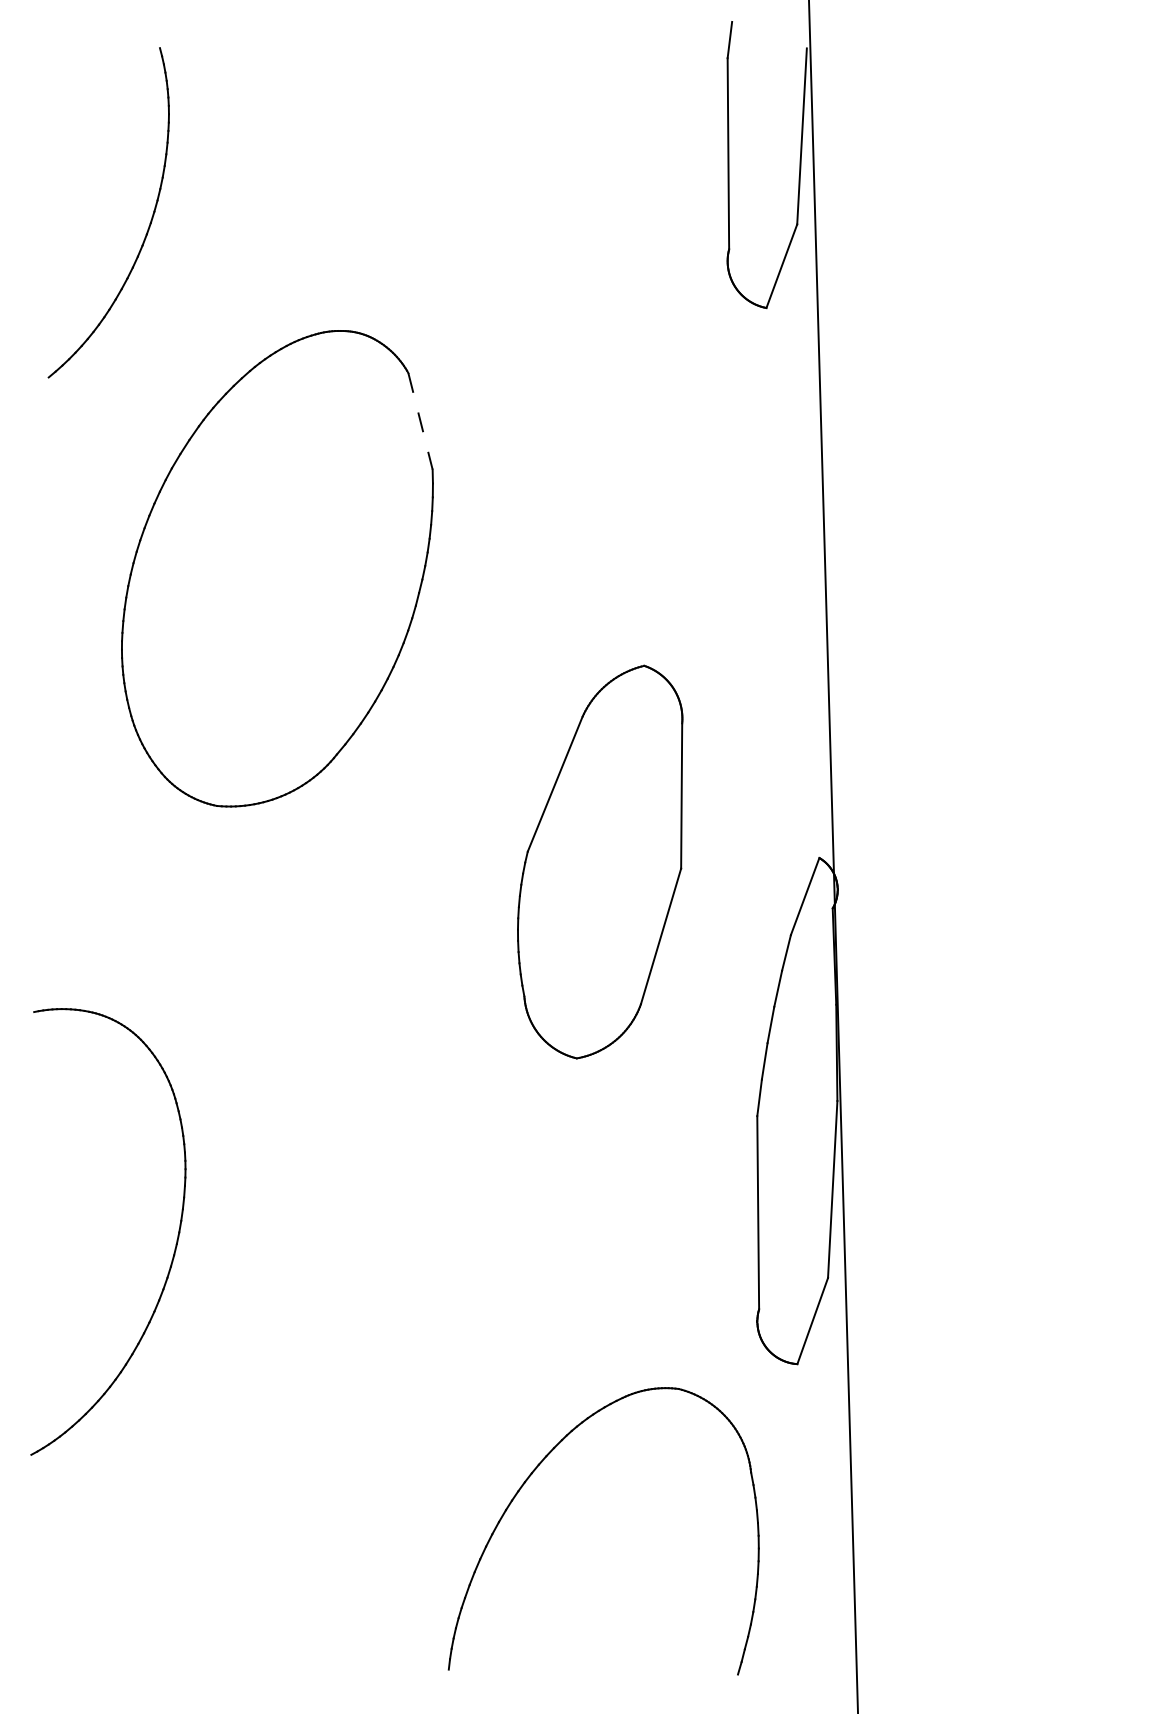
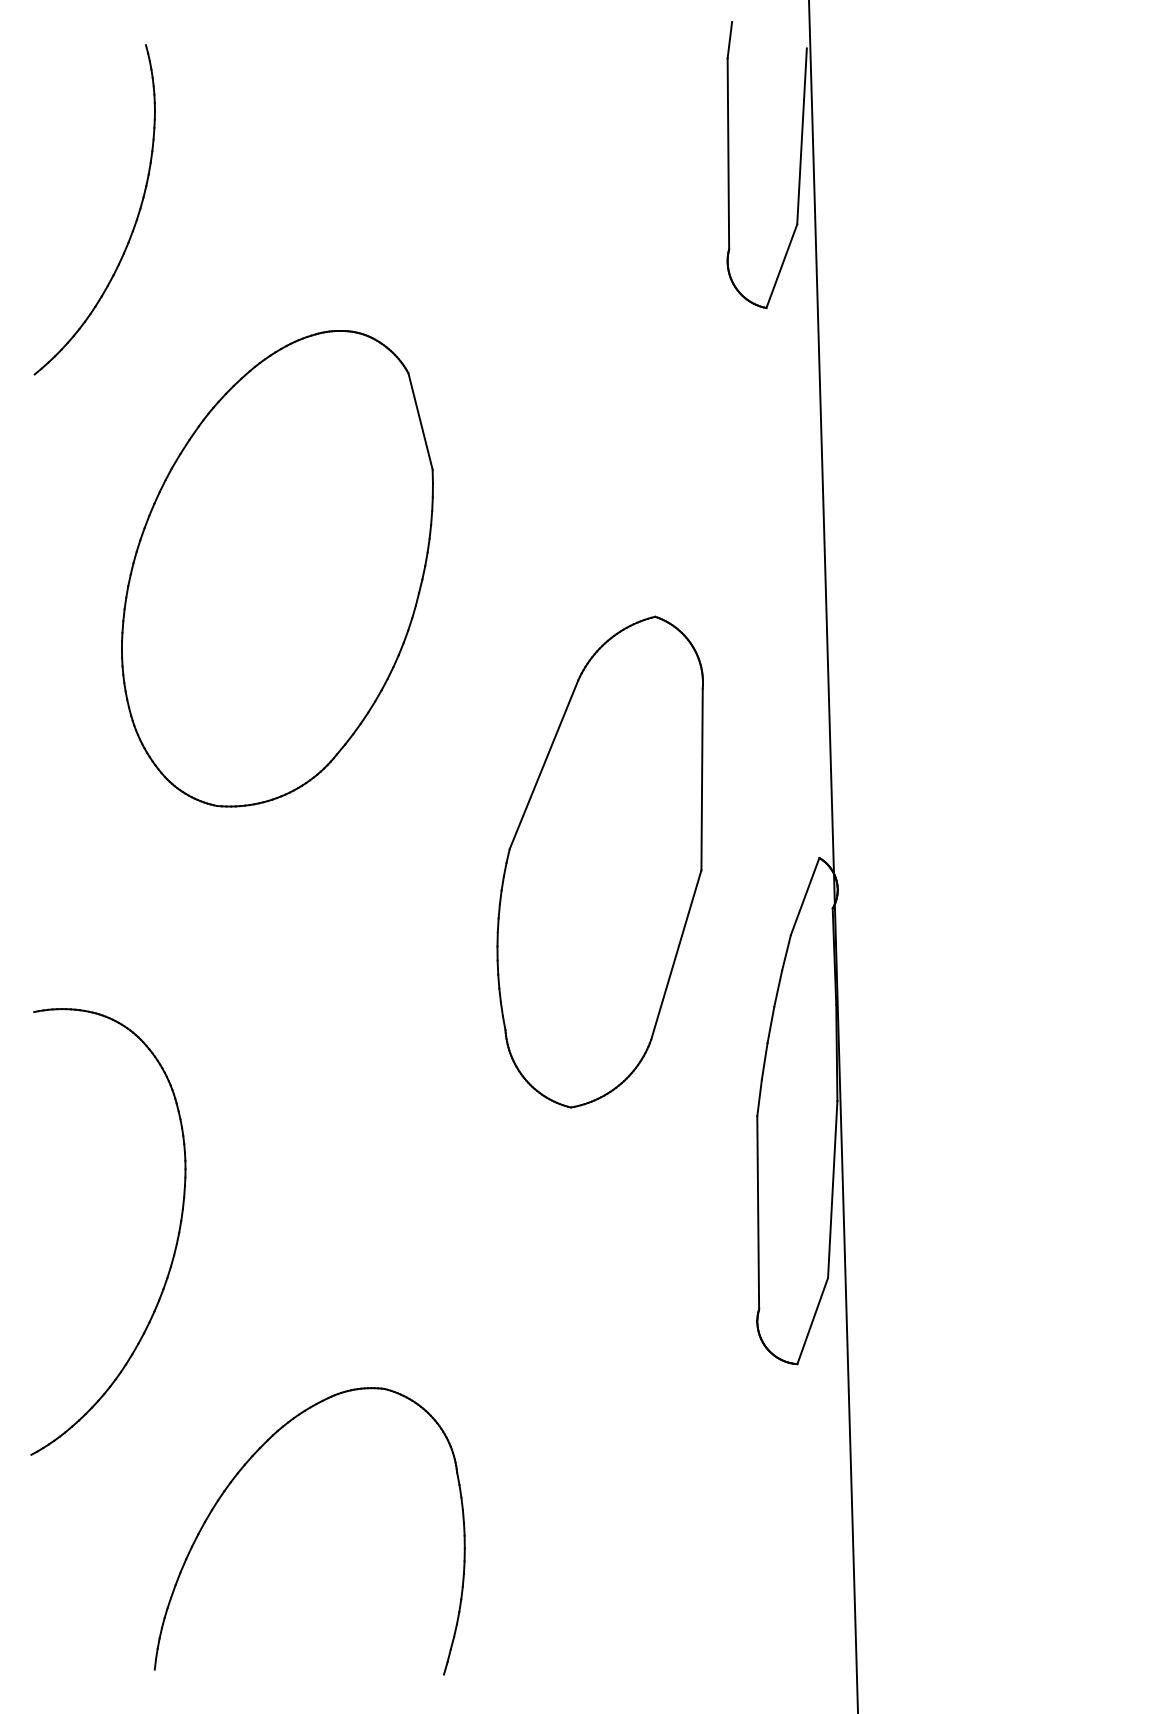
part at (148, 226) position: (148, 226) -> (134, 223)
line at (420, 421): dashed -> solid
part at (600, 861) size: 167x396 px -> 208x494 px
part at (532, 1474) position: (532, 1474) -> (238, 1474)
